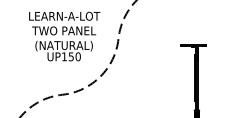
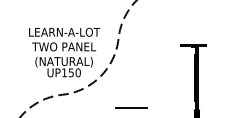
text at (64, 36) position: (64, 36) -> (64, 52)
line at (131, 107): none -> present
